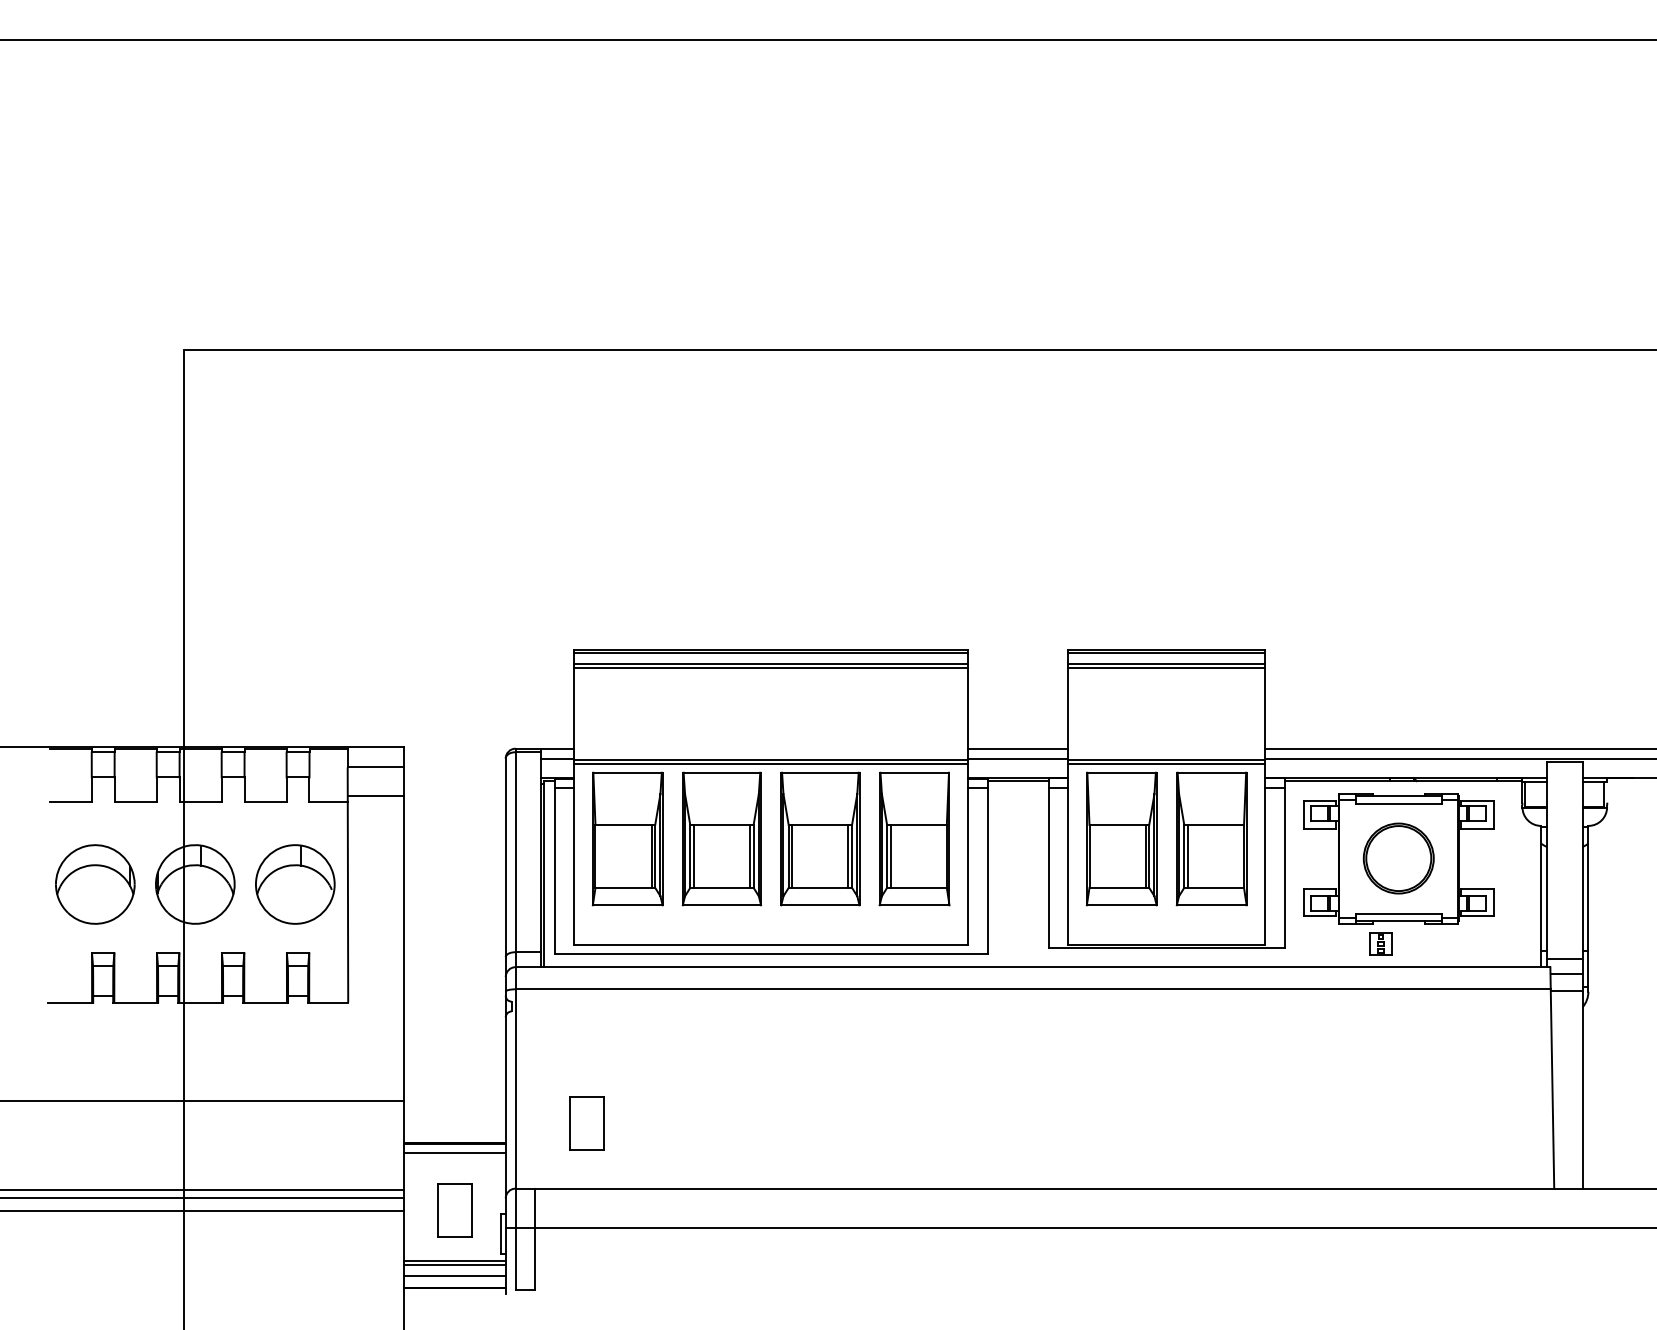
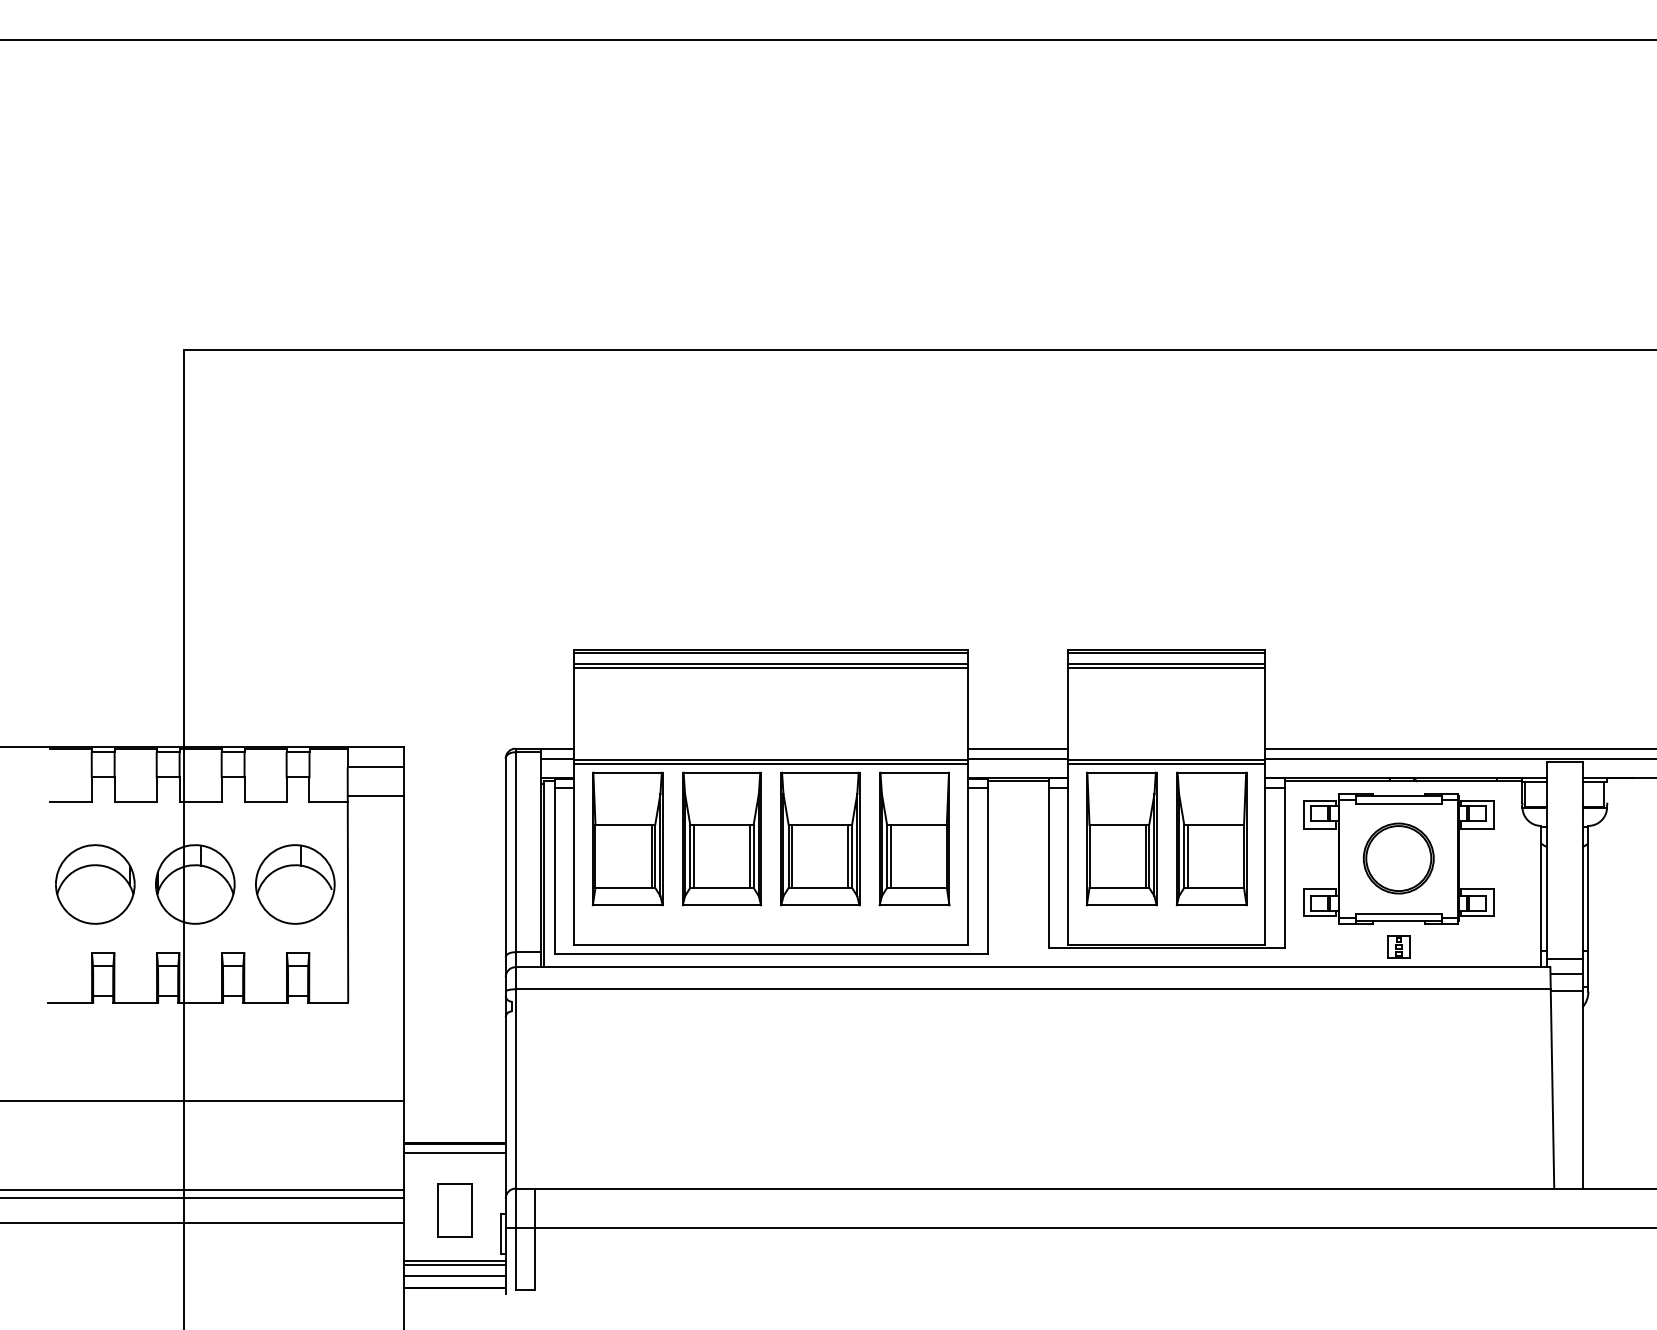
part at (1380, 943) position: (1380, 943) -> (1398, 946)
part at (586, 1123): present -> none
line at (203, 1211) position: (203, 1211) -> (203, 1223)
